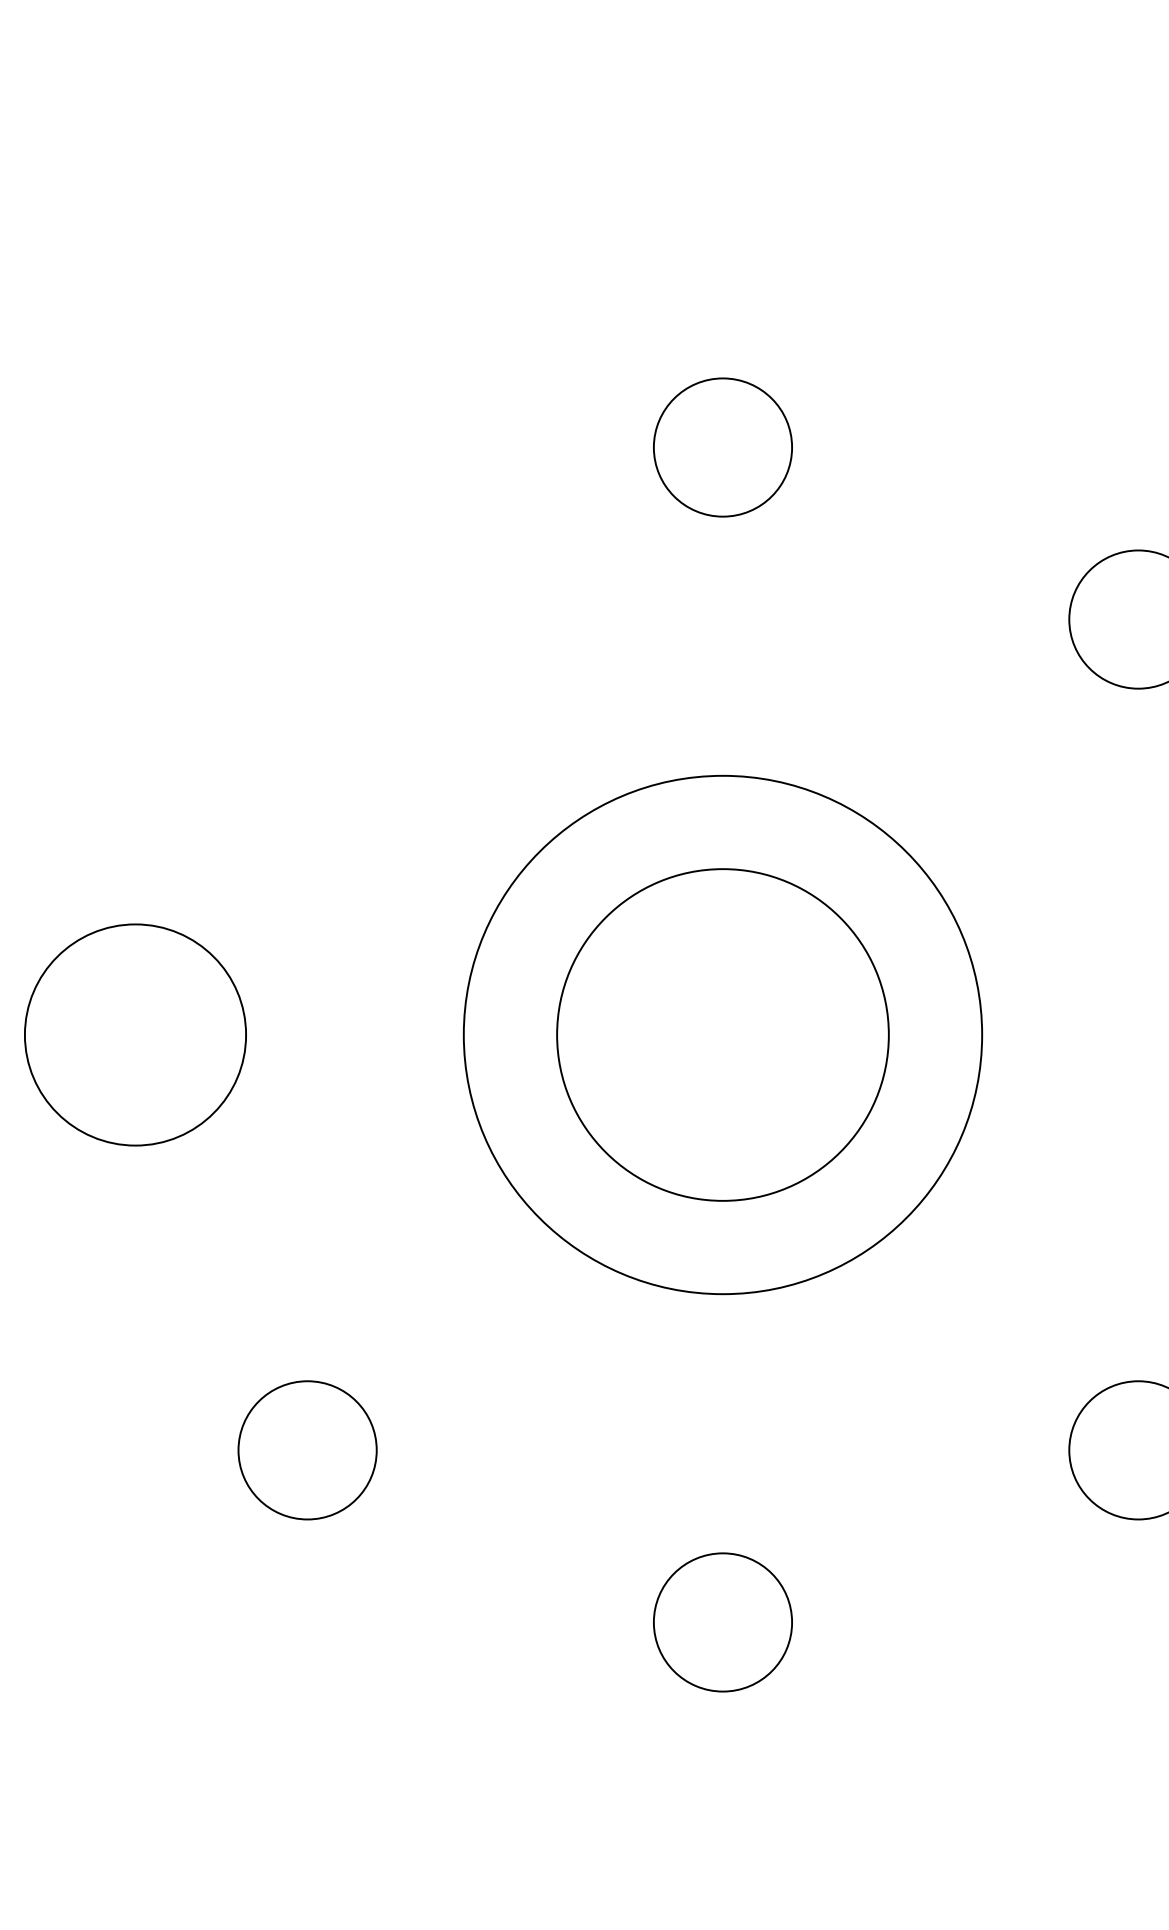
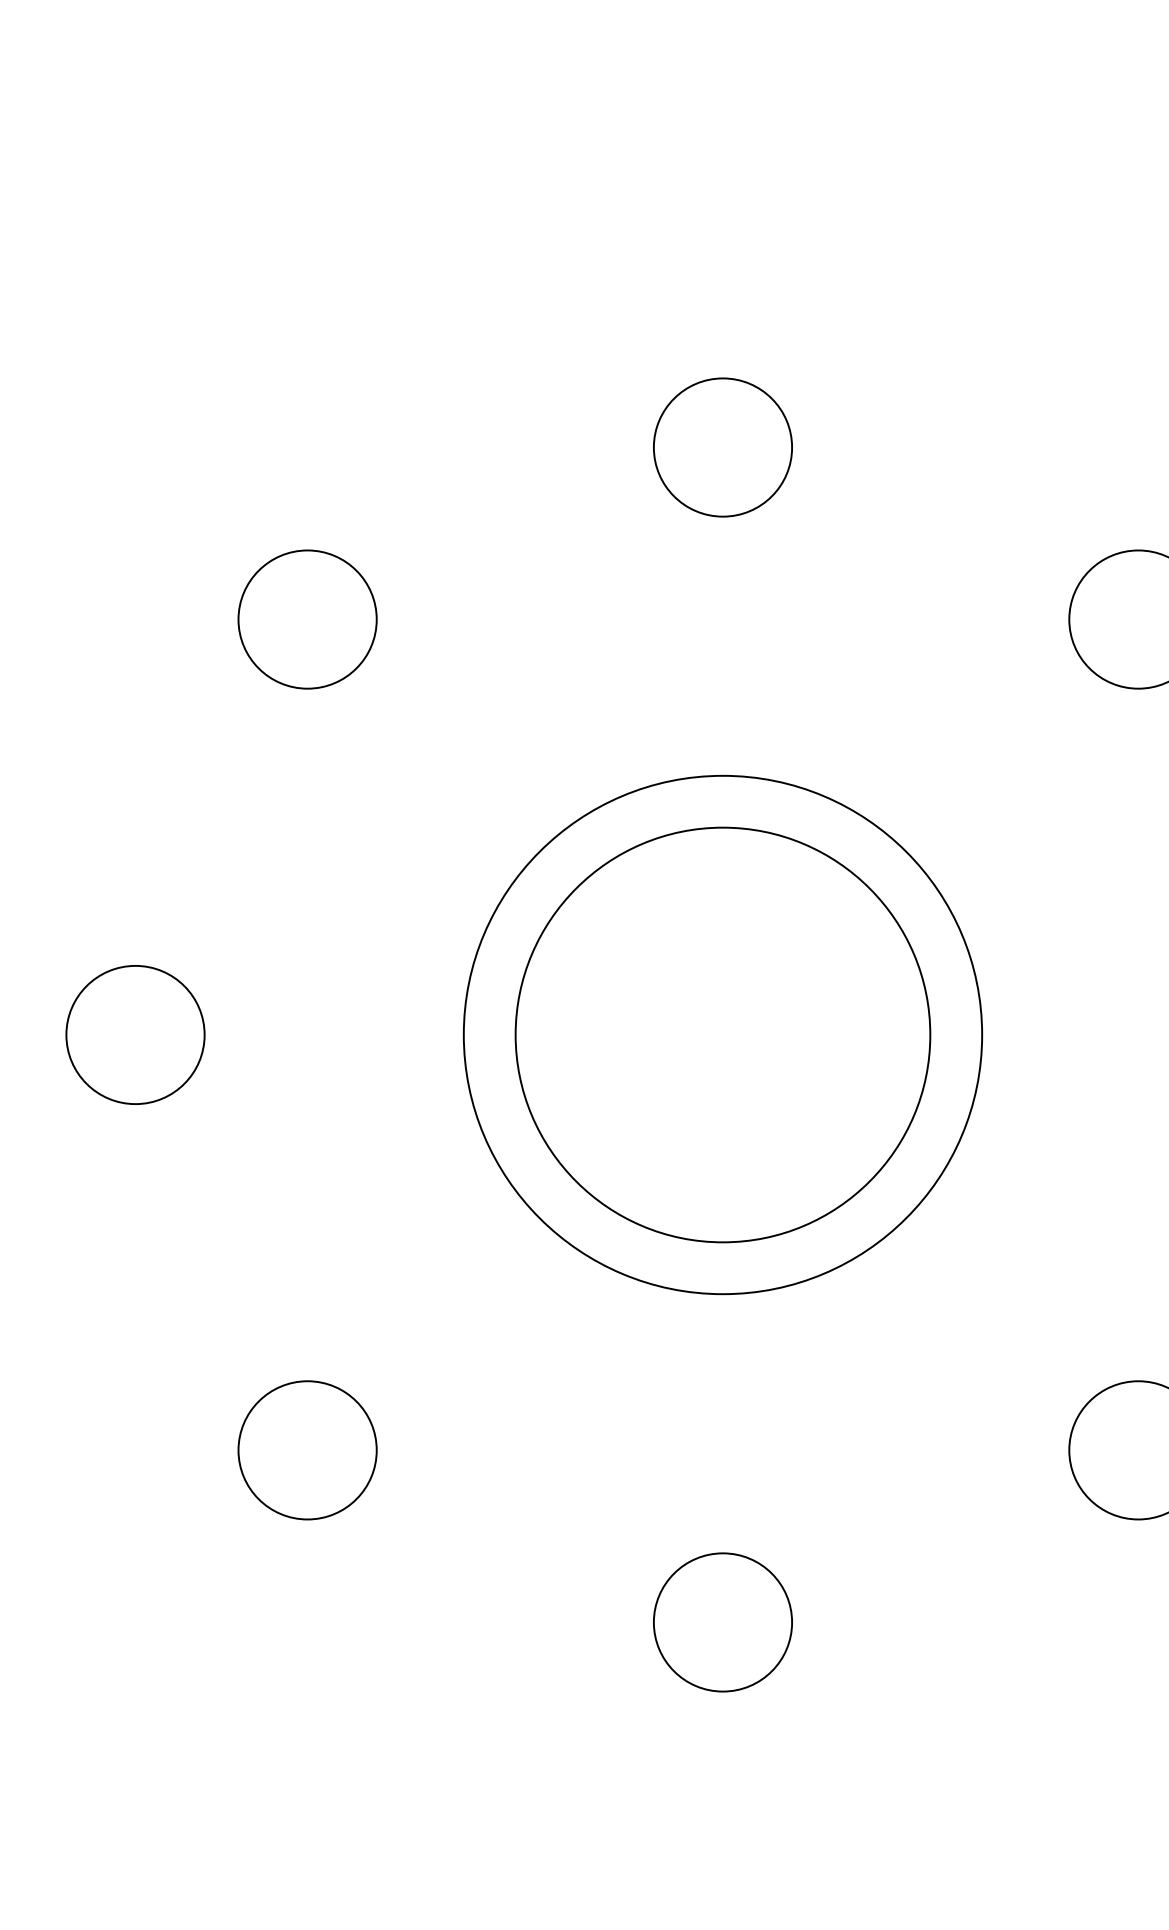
circle at (307, 619): none -> present
circle at (135, 1034) diameter: 221 px -> 138 px
circle at (722, 1034) diameter: 332 px -> 415 px
